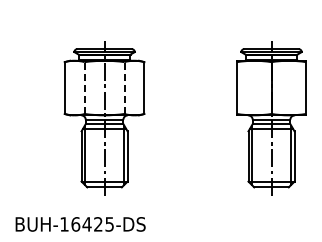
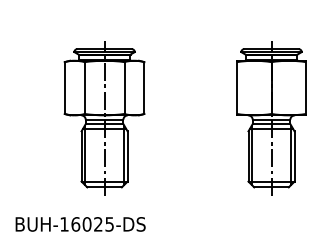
line at (84, 88): dashed -> solid
line at (124, 88): dashed -> solid
text at (86, 224): BUH-16425-DS -> BUH-16025-DS
